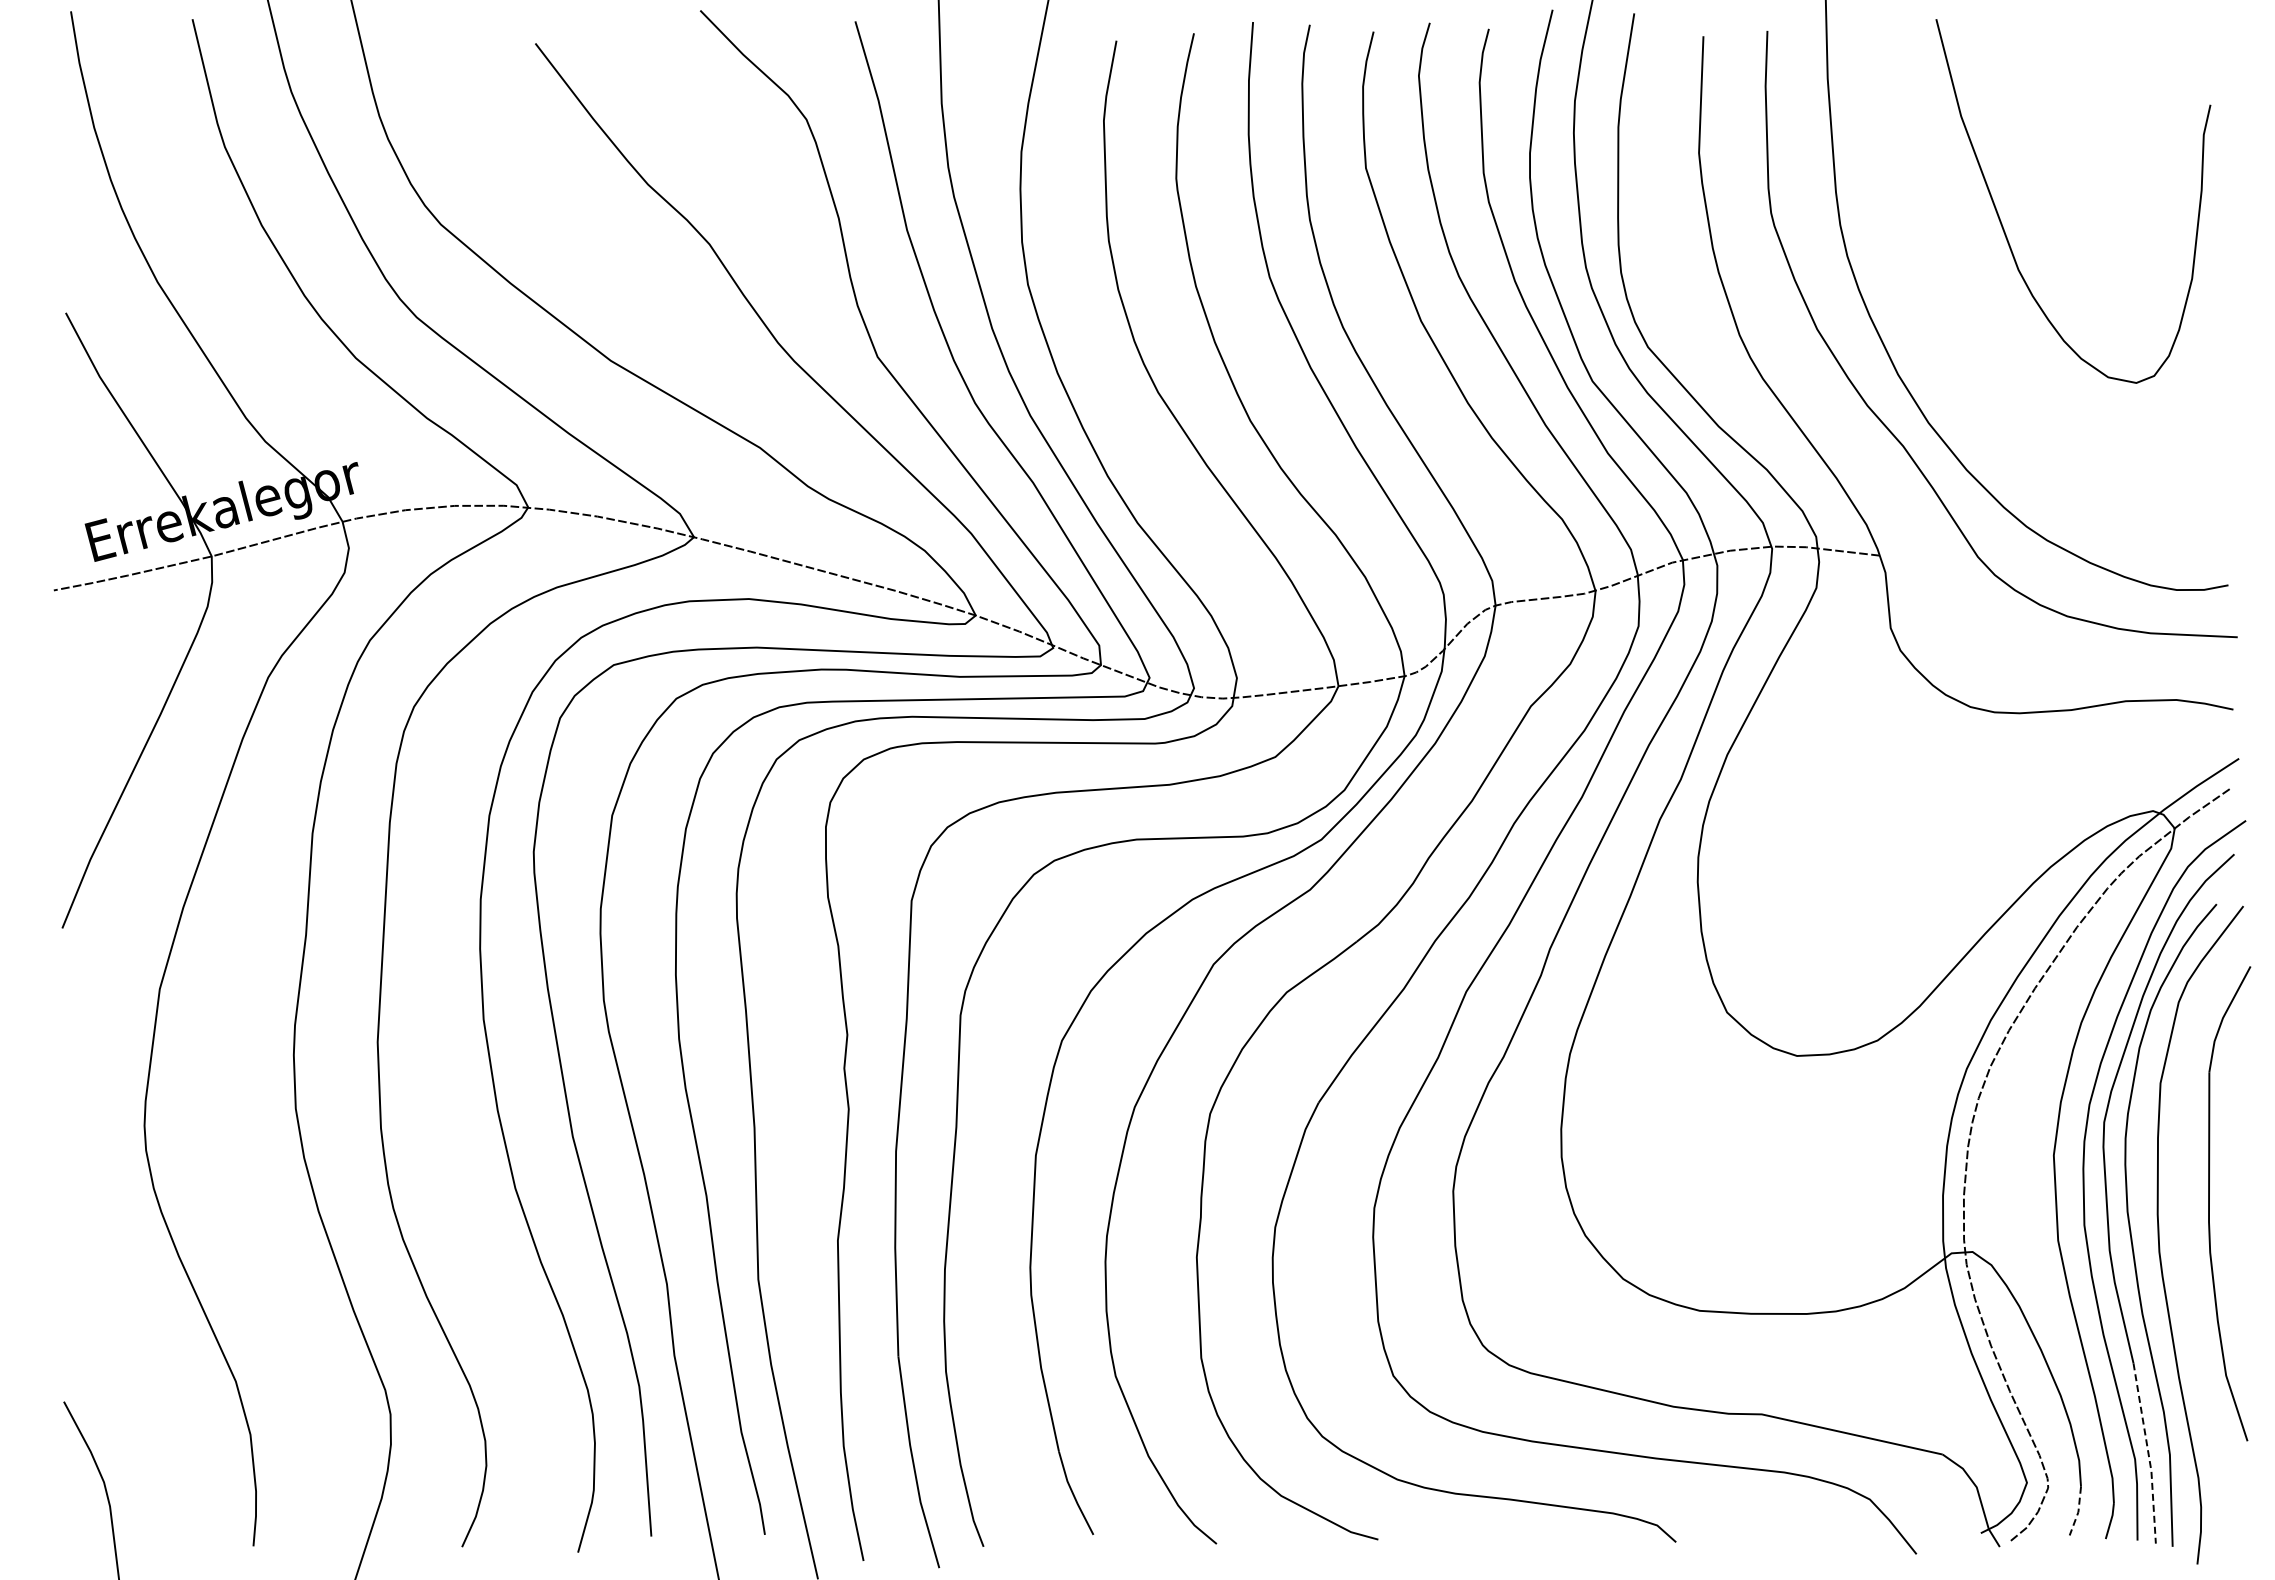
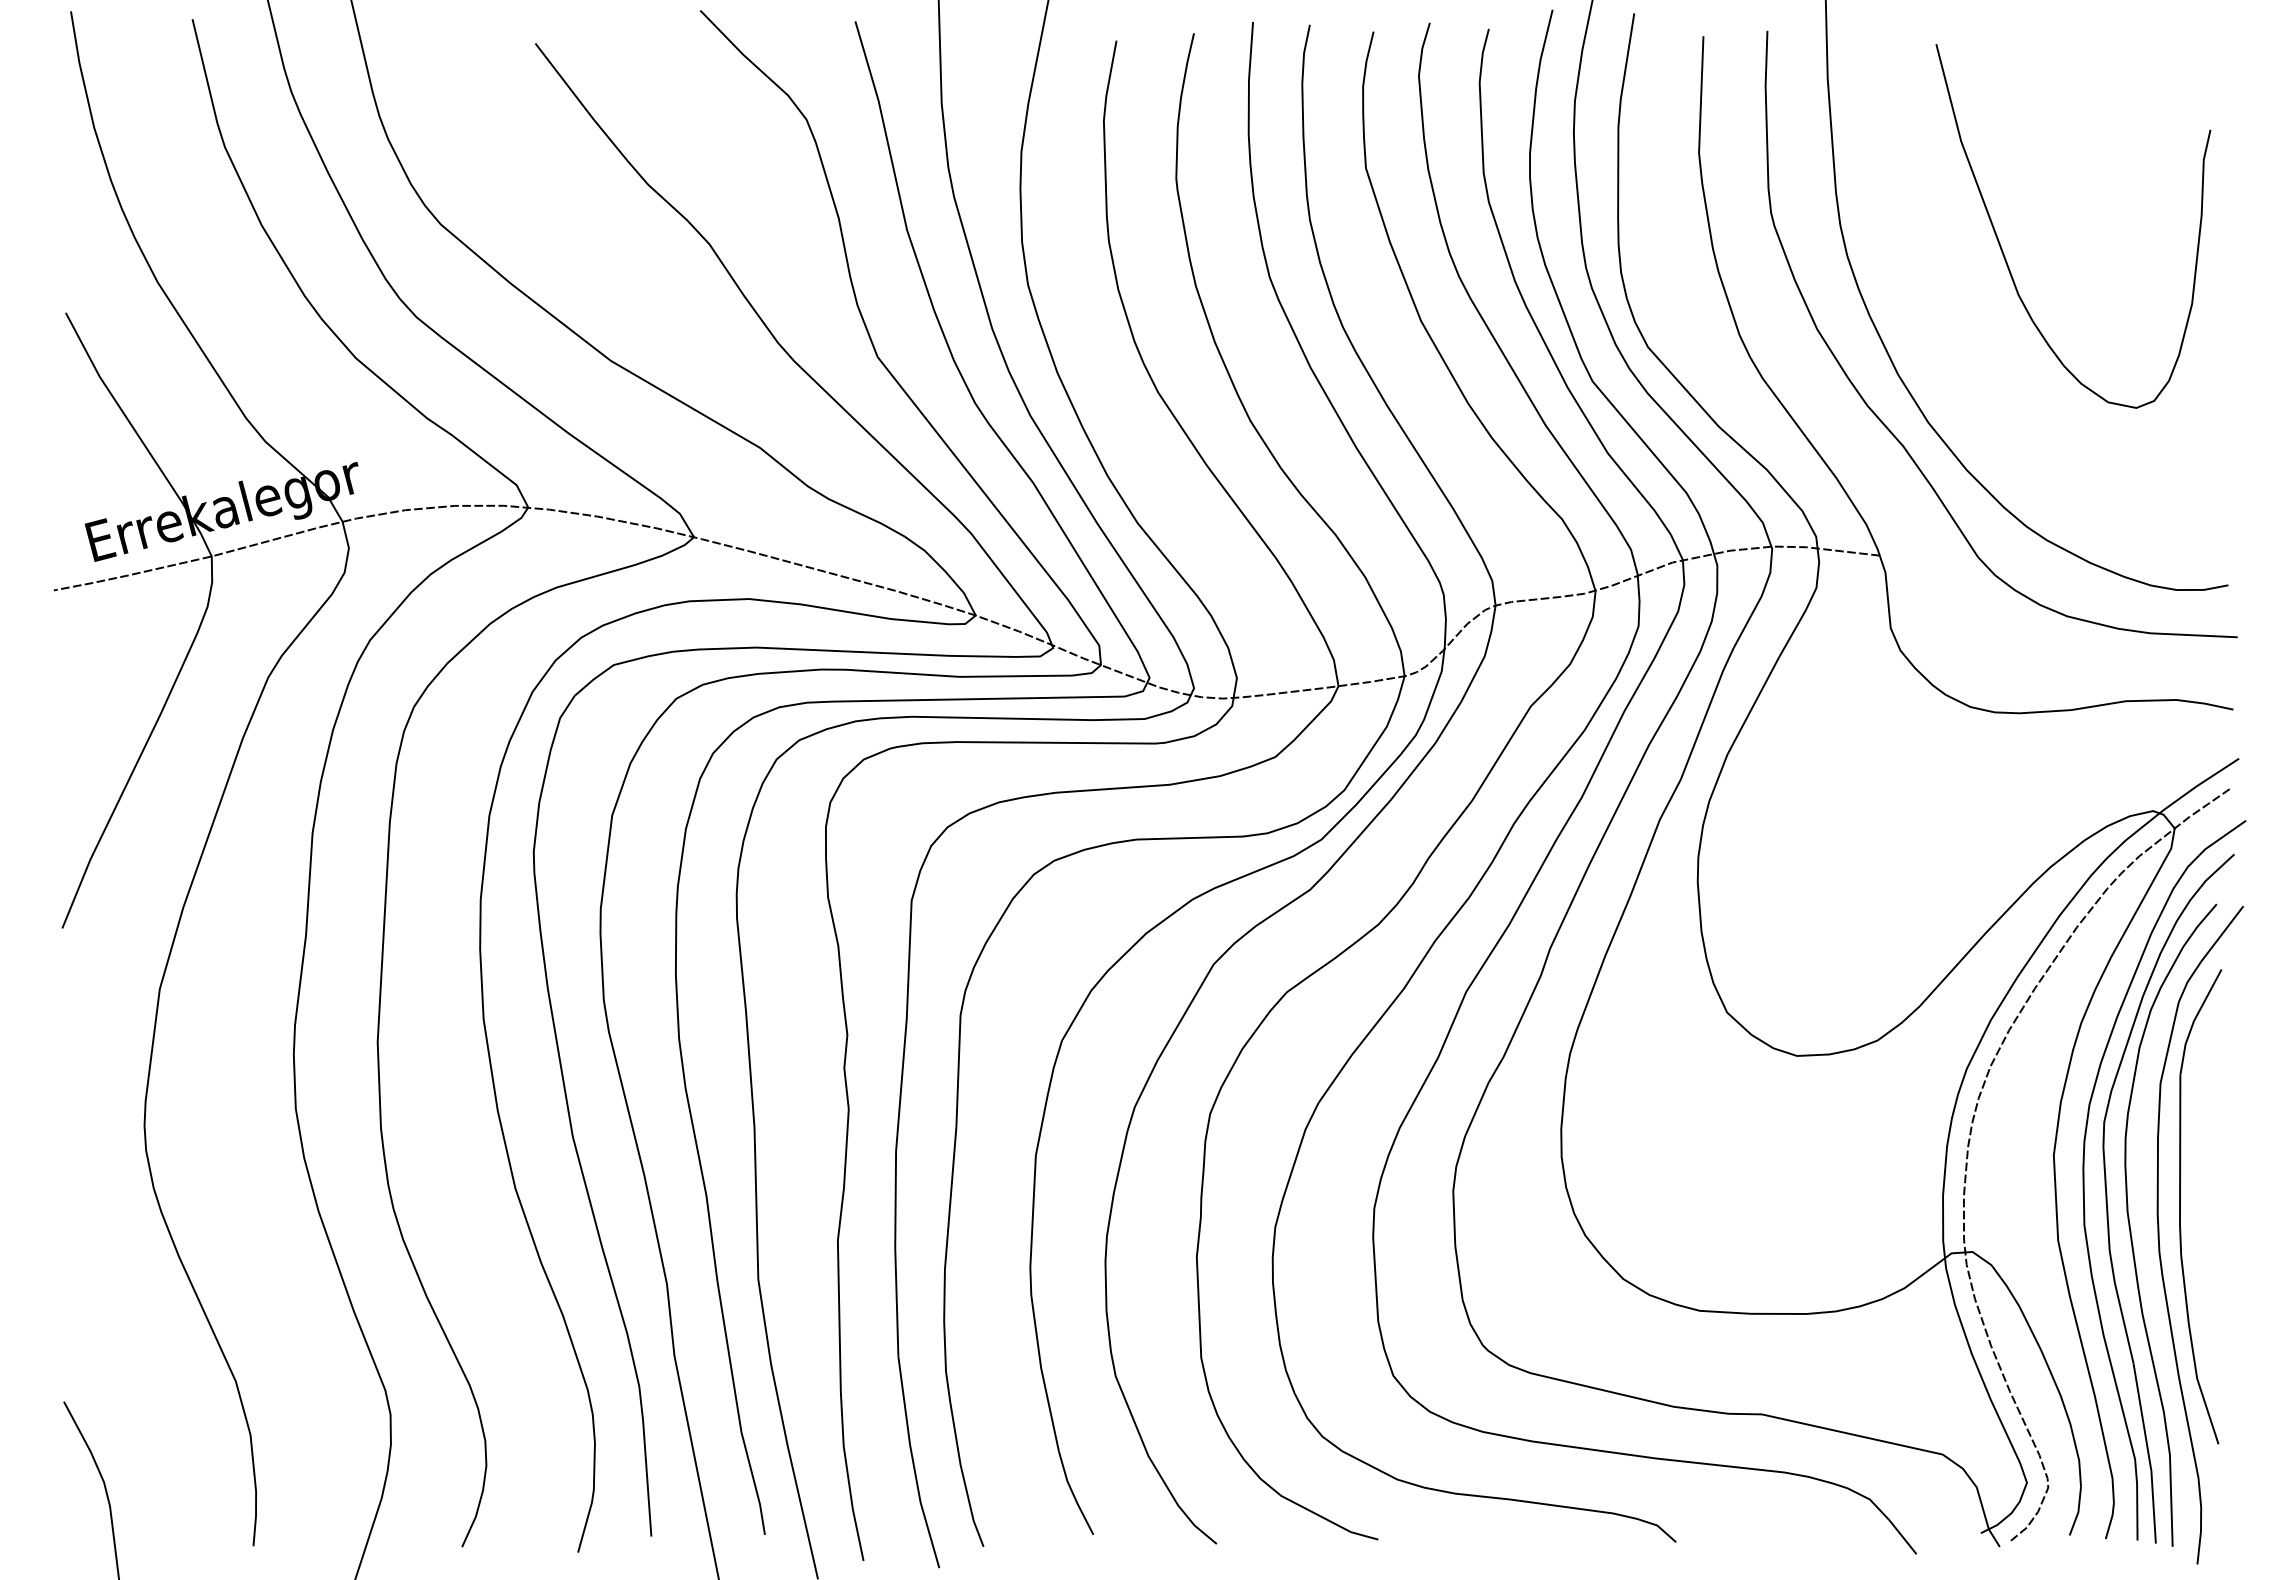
curve at (2005, 231) position: (2005, 231) -> (2005, 256)
part at (2209, 1203) position: (2209, 1203) -> (2180, 1206)
line at (2148, 1453): dashed -> solid
line at (2078, 1512): dashed -> solid
